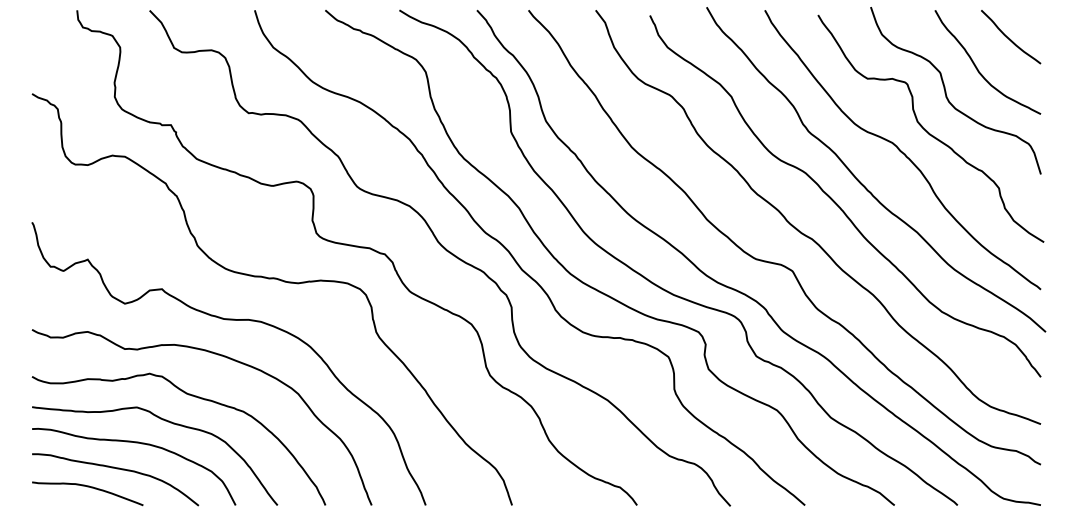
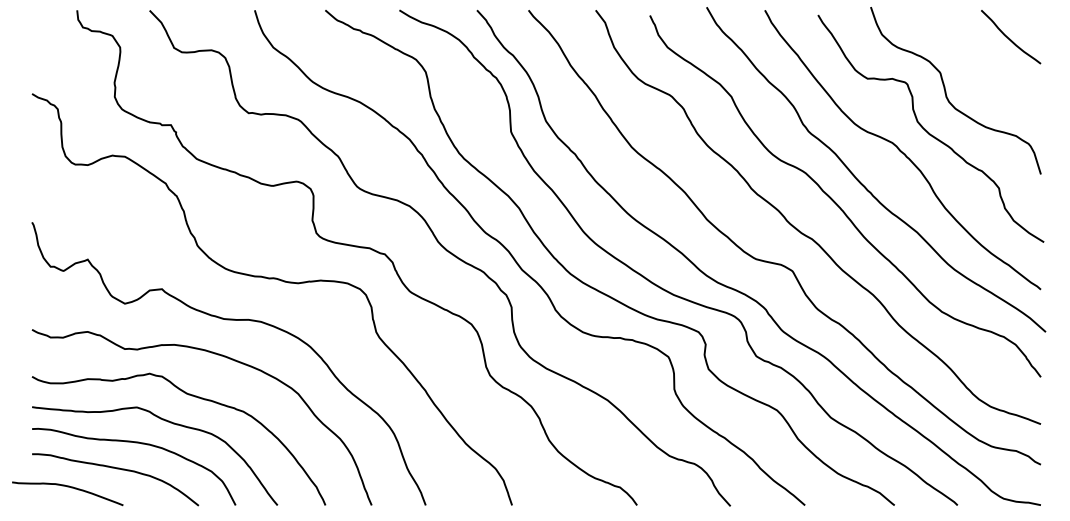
curve at (977, 67): present -> none
curve at (87, 487) position: (87, 487) -> (67, 487)
